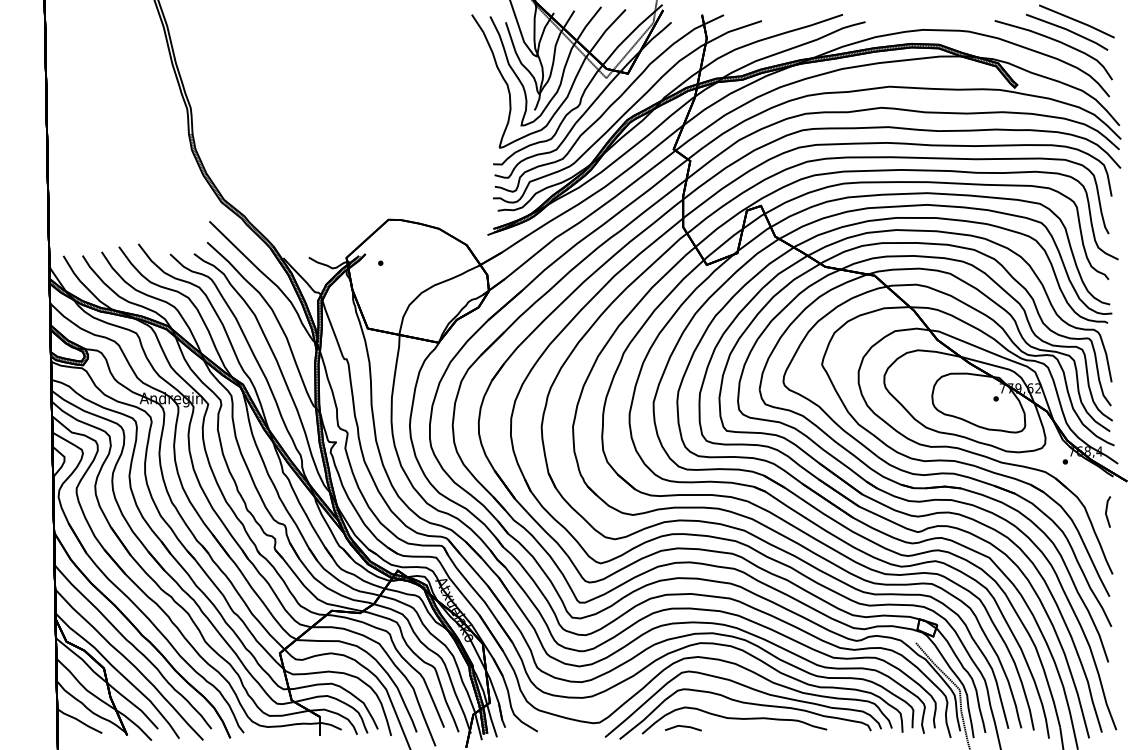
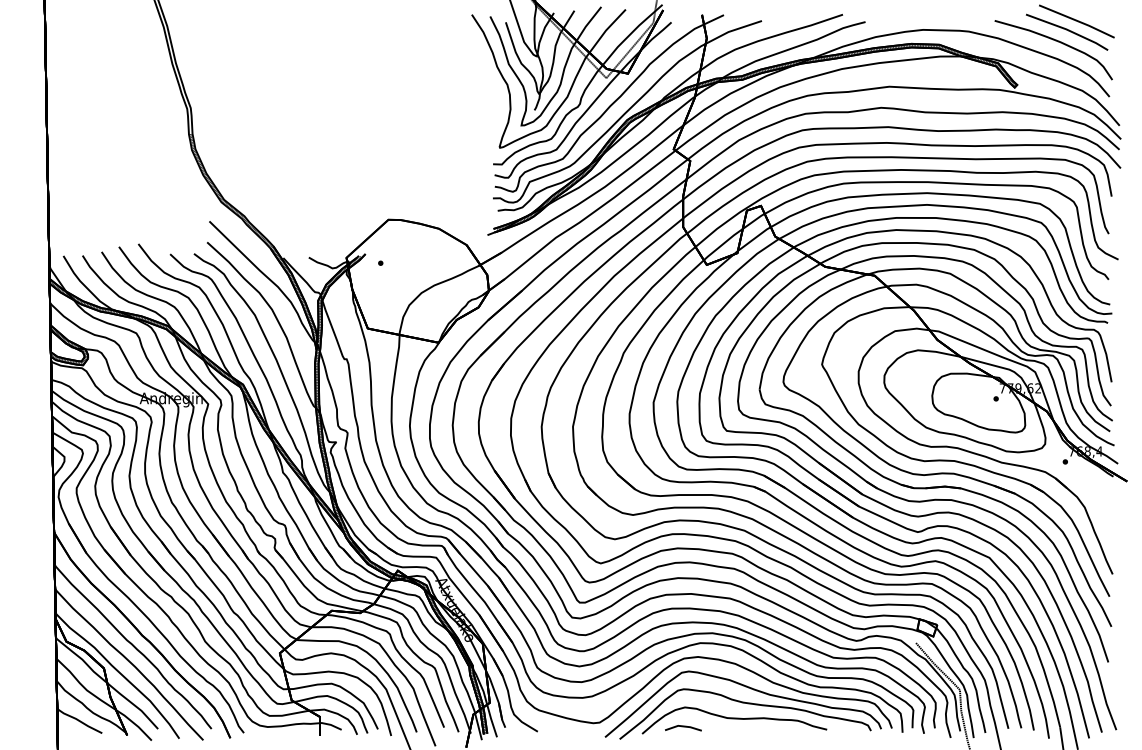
line at (1107, 511): present -> none
